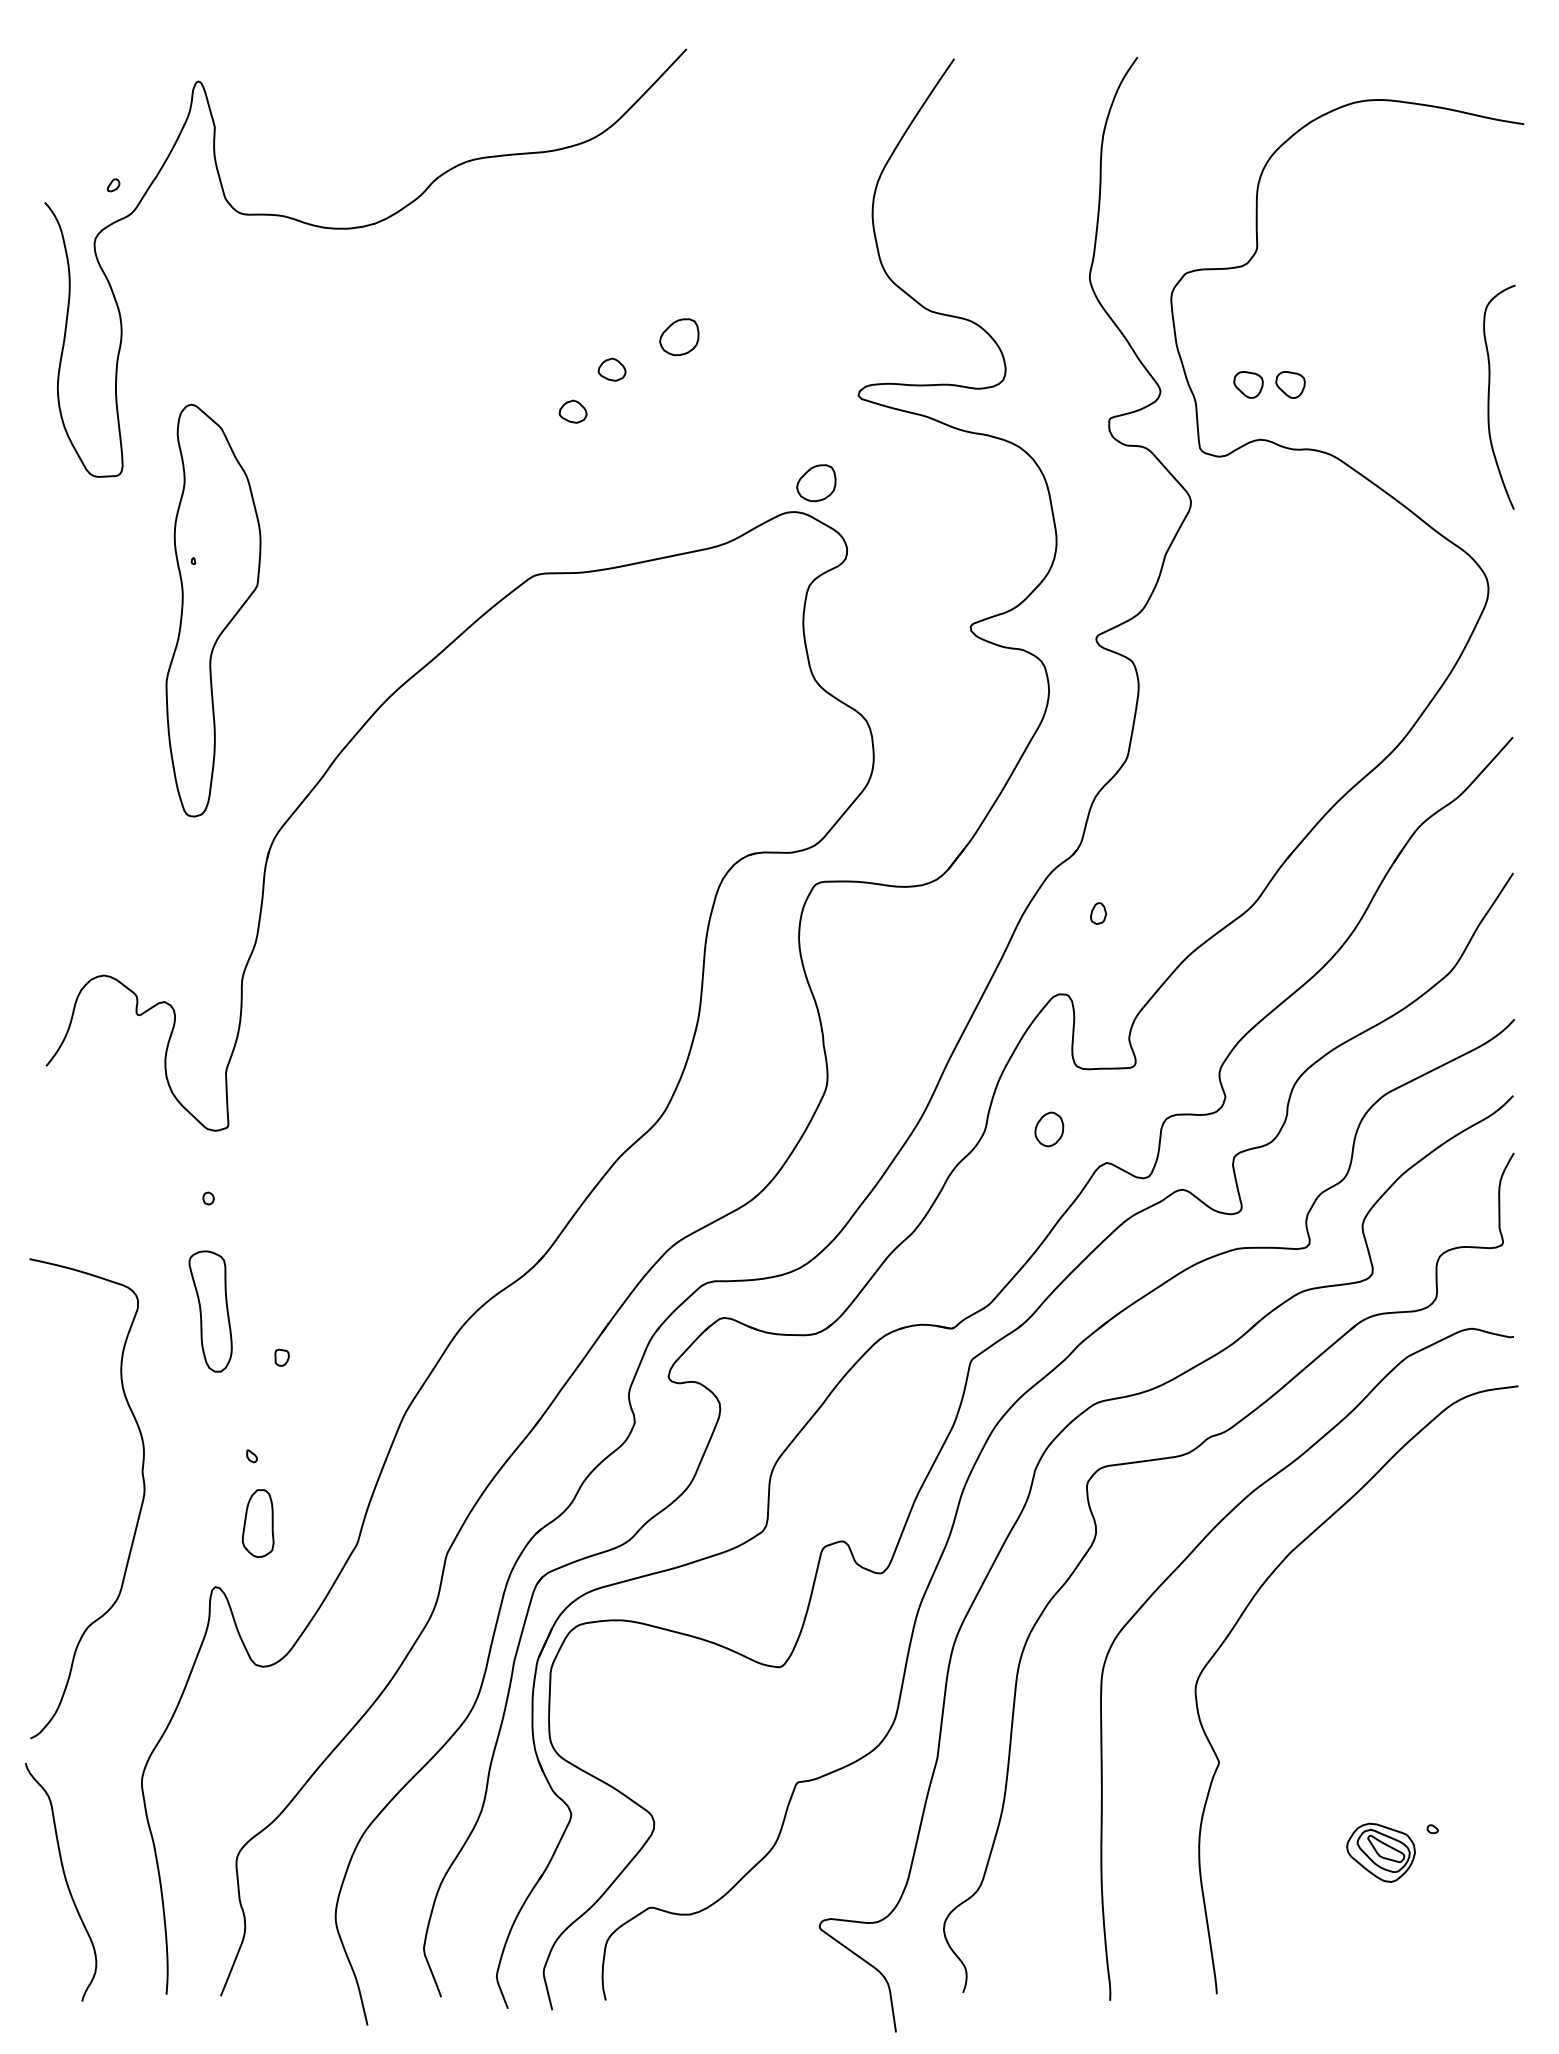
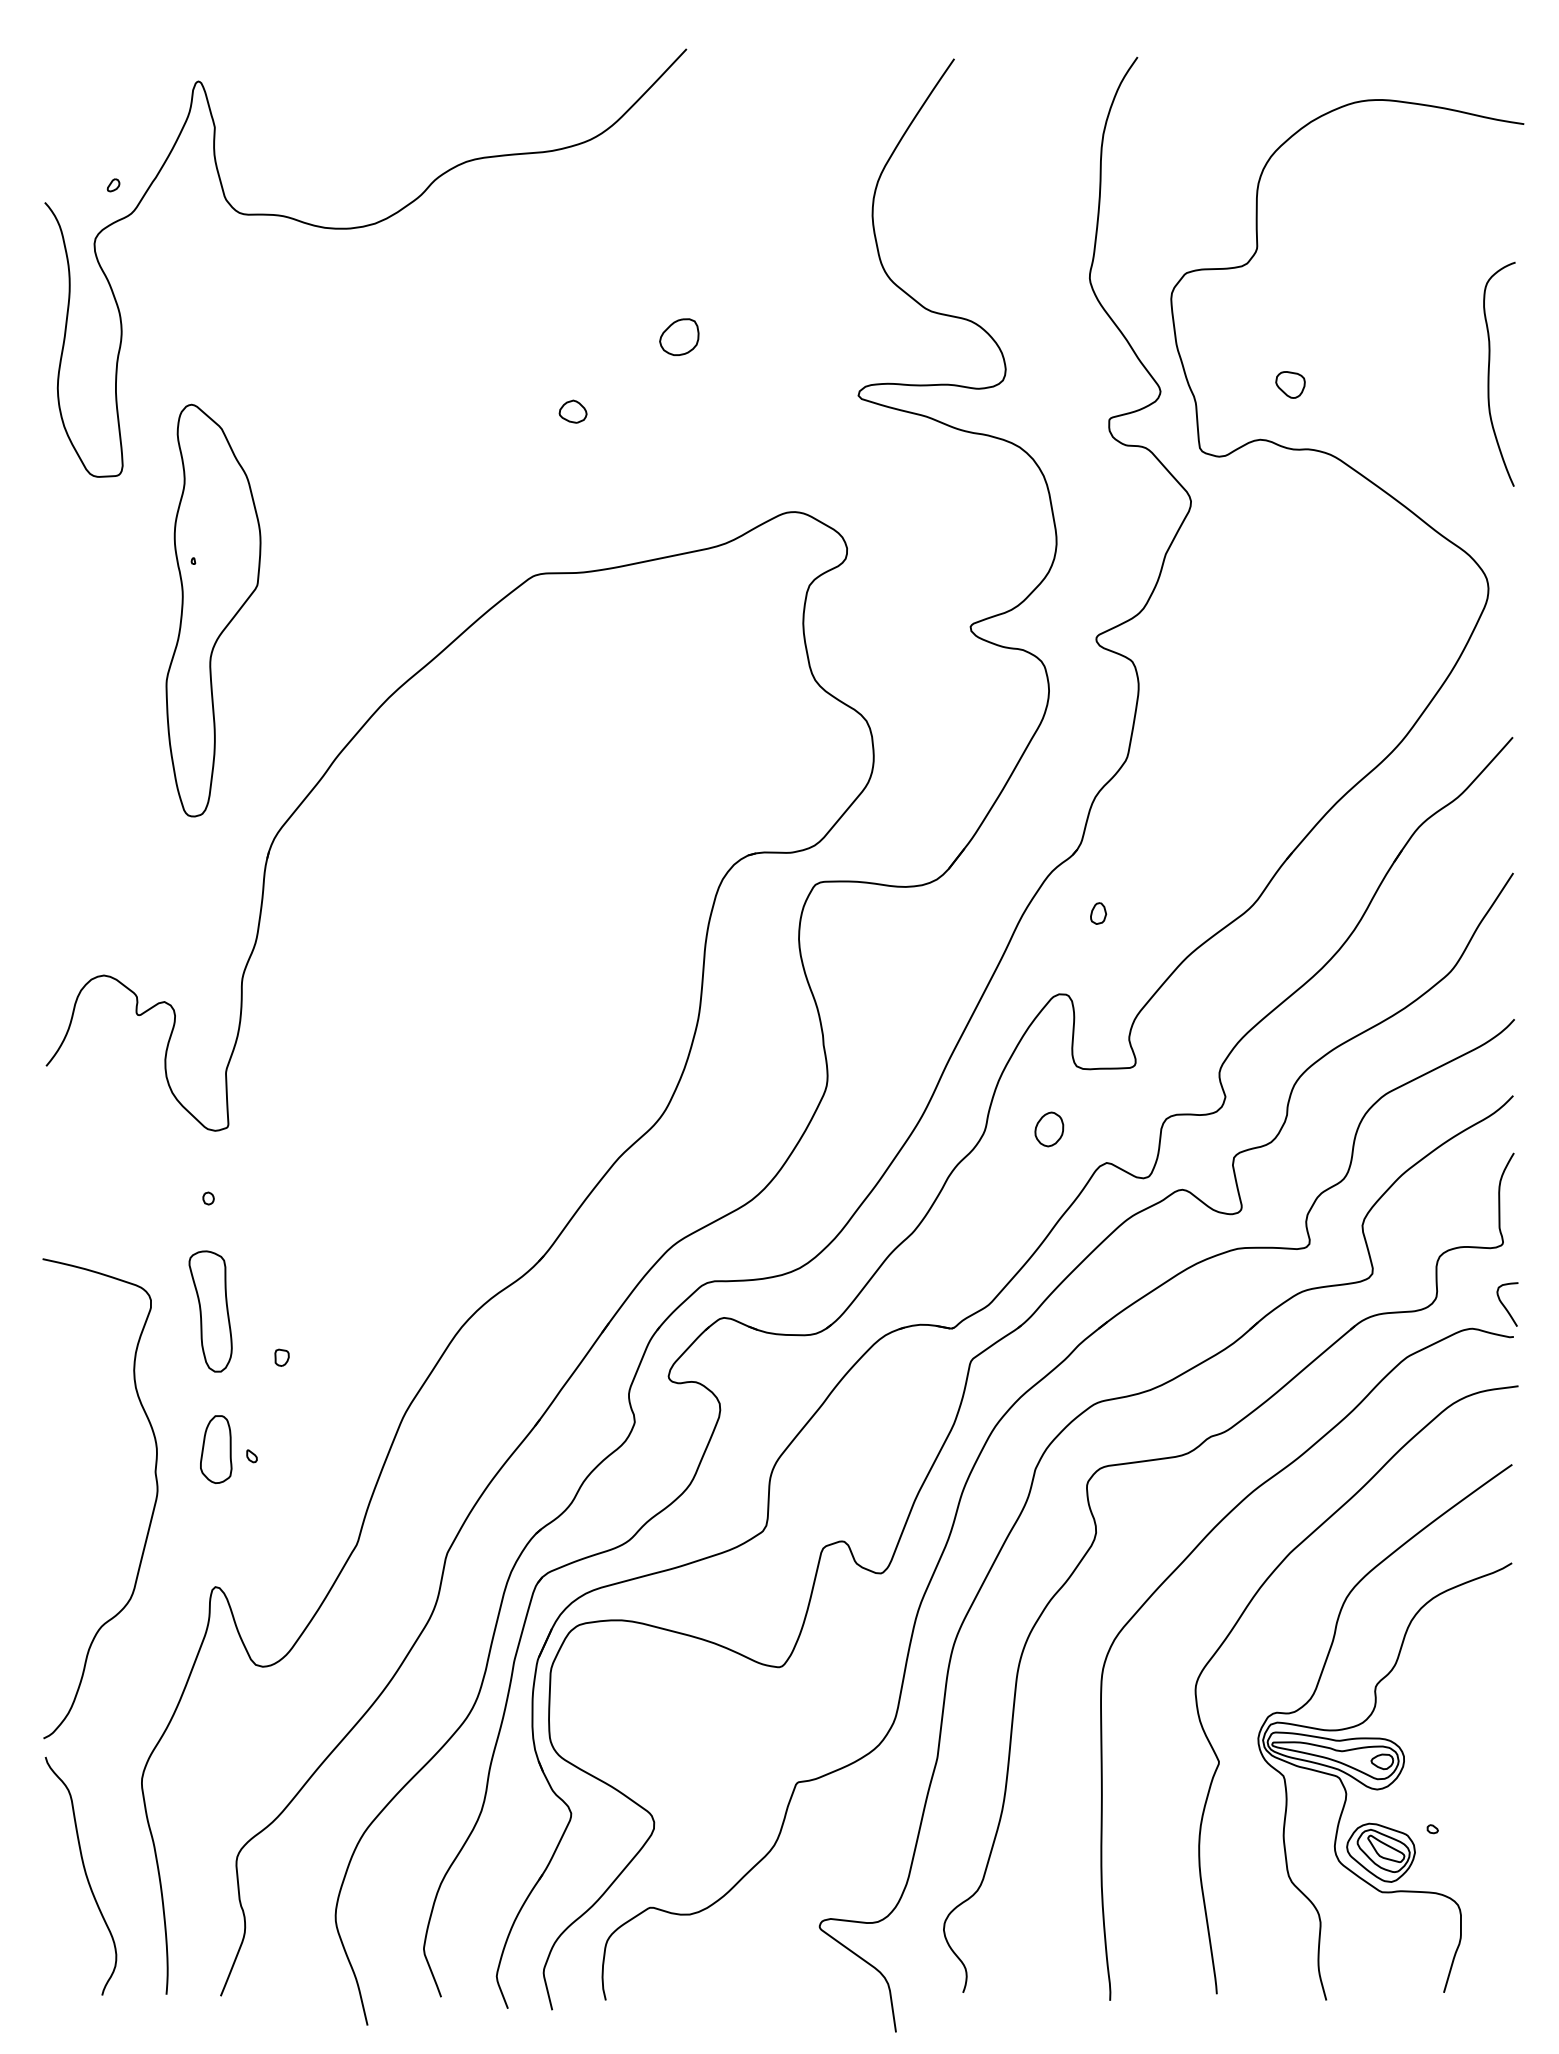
part at (611, 369): present -> none
part at (1248, 384): present -> none
curve at (1489, 396) position: (1489, 396) -> (1489, 373)
part at (816, 482): present -> none
curve at (1505, 1306): none -> present
curve at (139, 1510) position: (139, 1510) -> (152, 1510)
part at (258, 1523) position: (258, 1523) -> (216, 1449)
part at (1384, 1732): none -> present
curve at (64, 1879) position: (64, 1879) -> (84, 1873)
